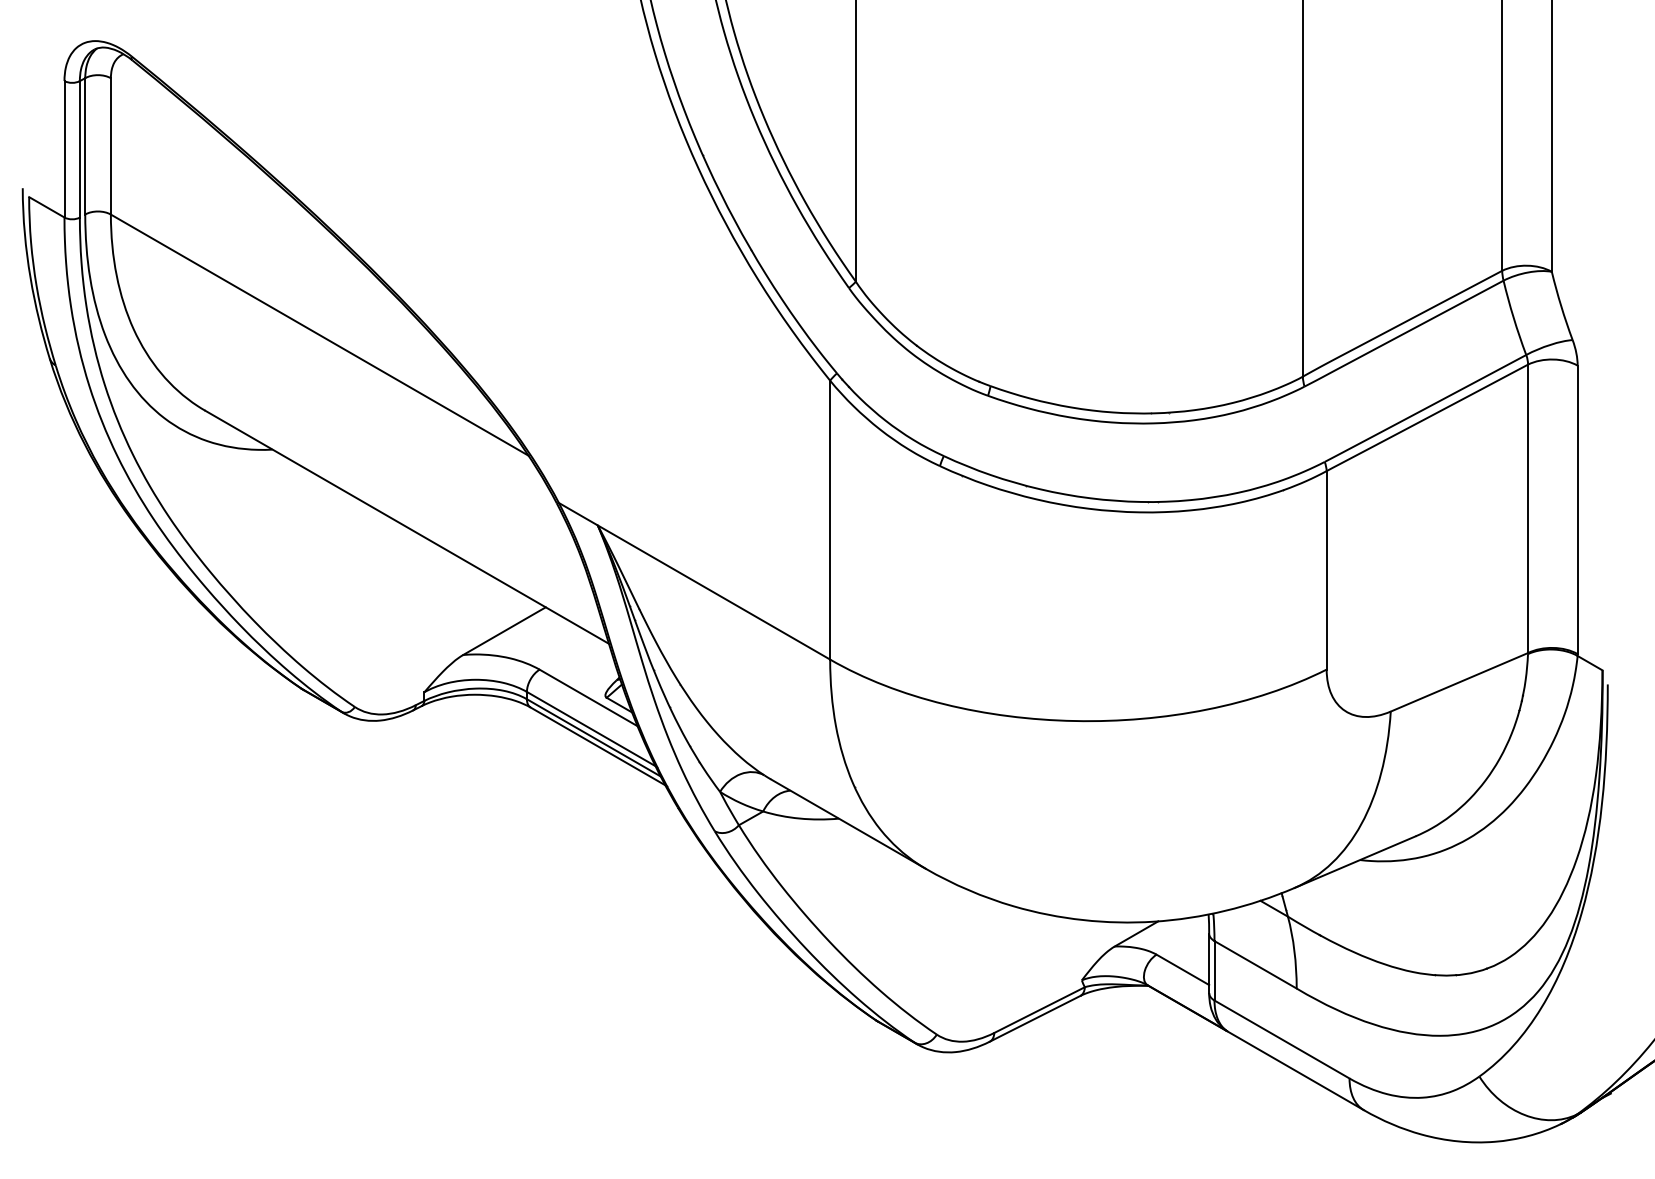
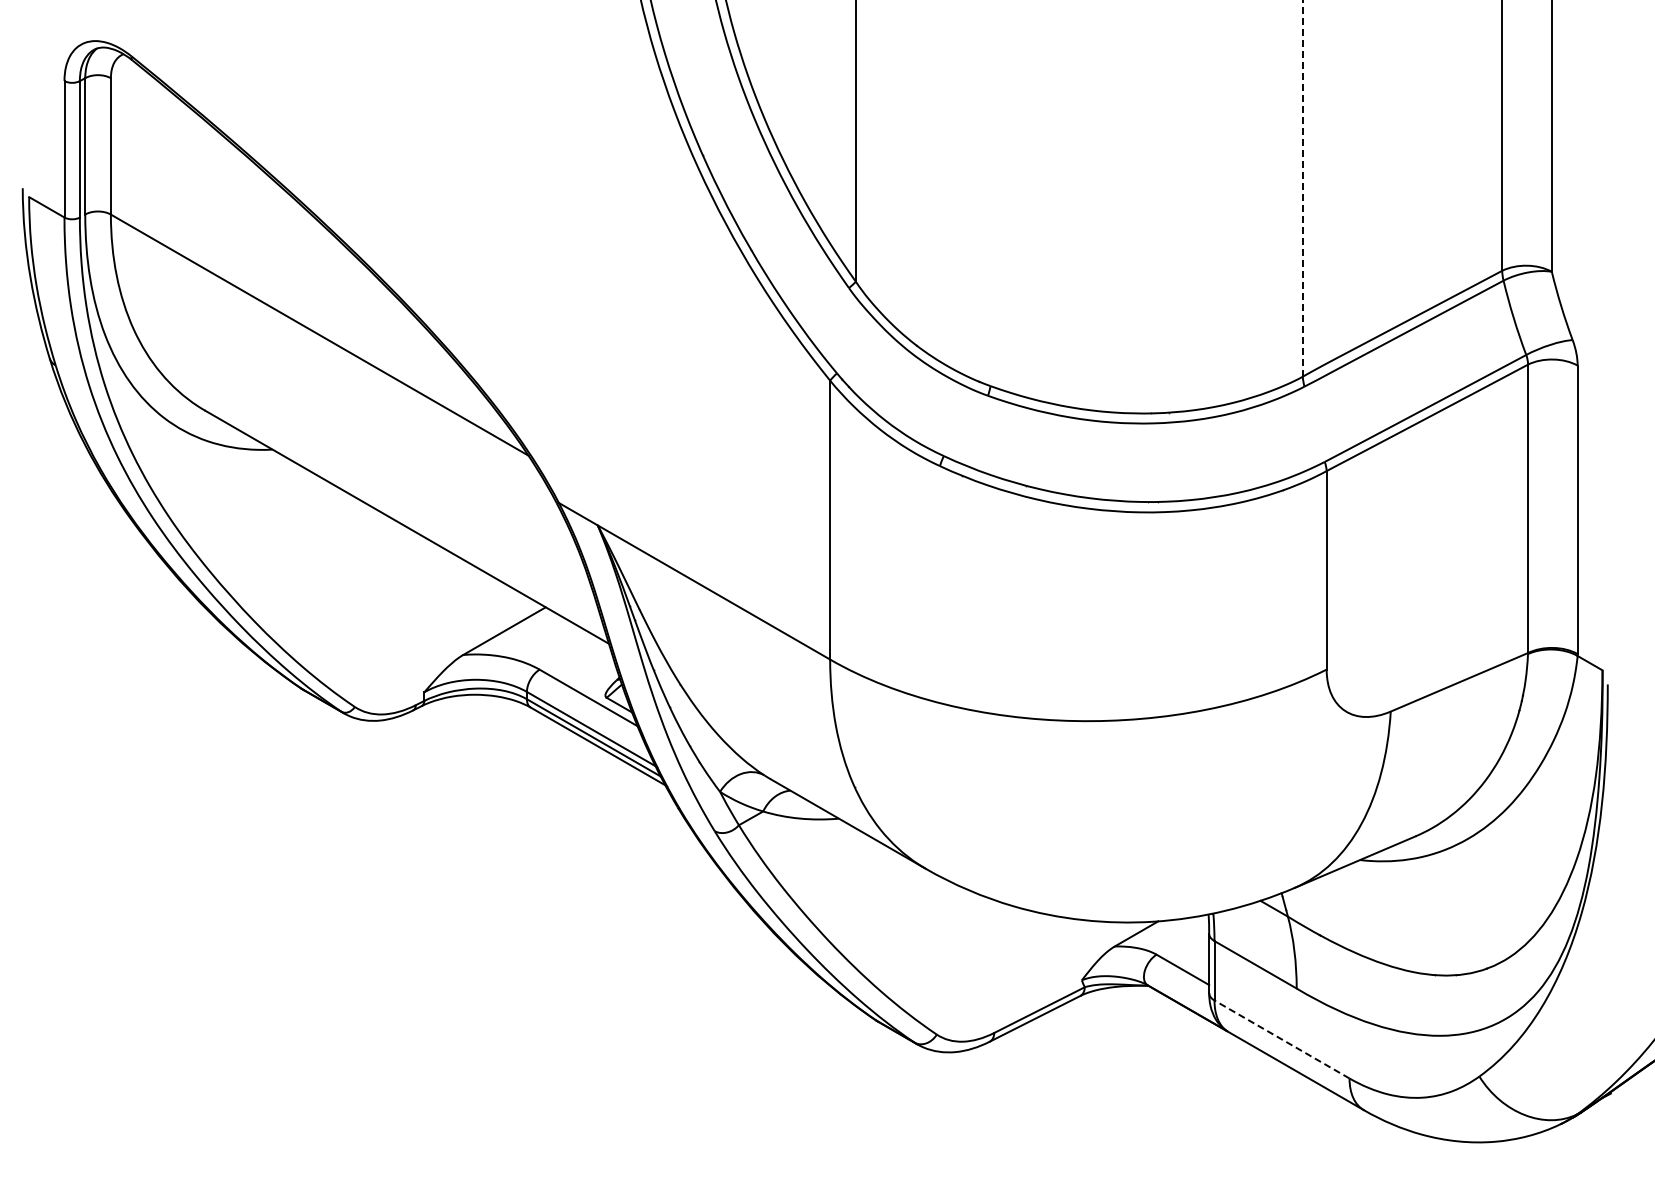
line at (1302, 188): solid -> dashed
line at (1282, 1039): solid -> dashed
